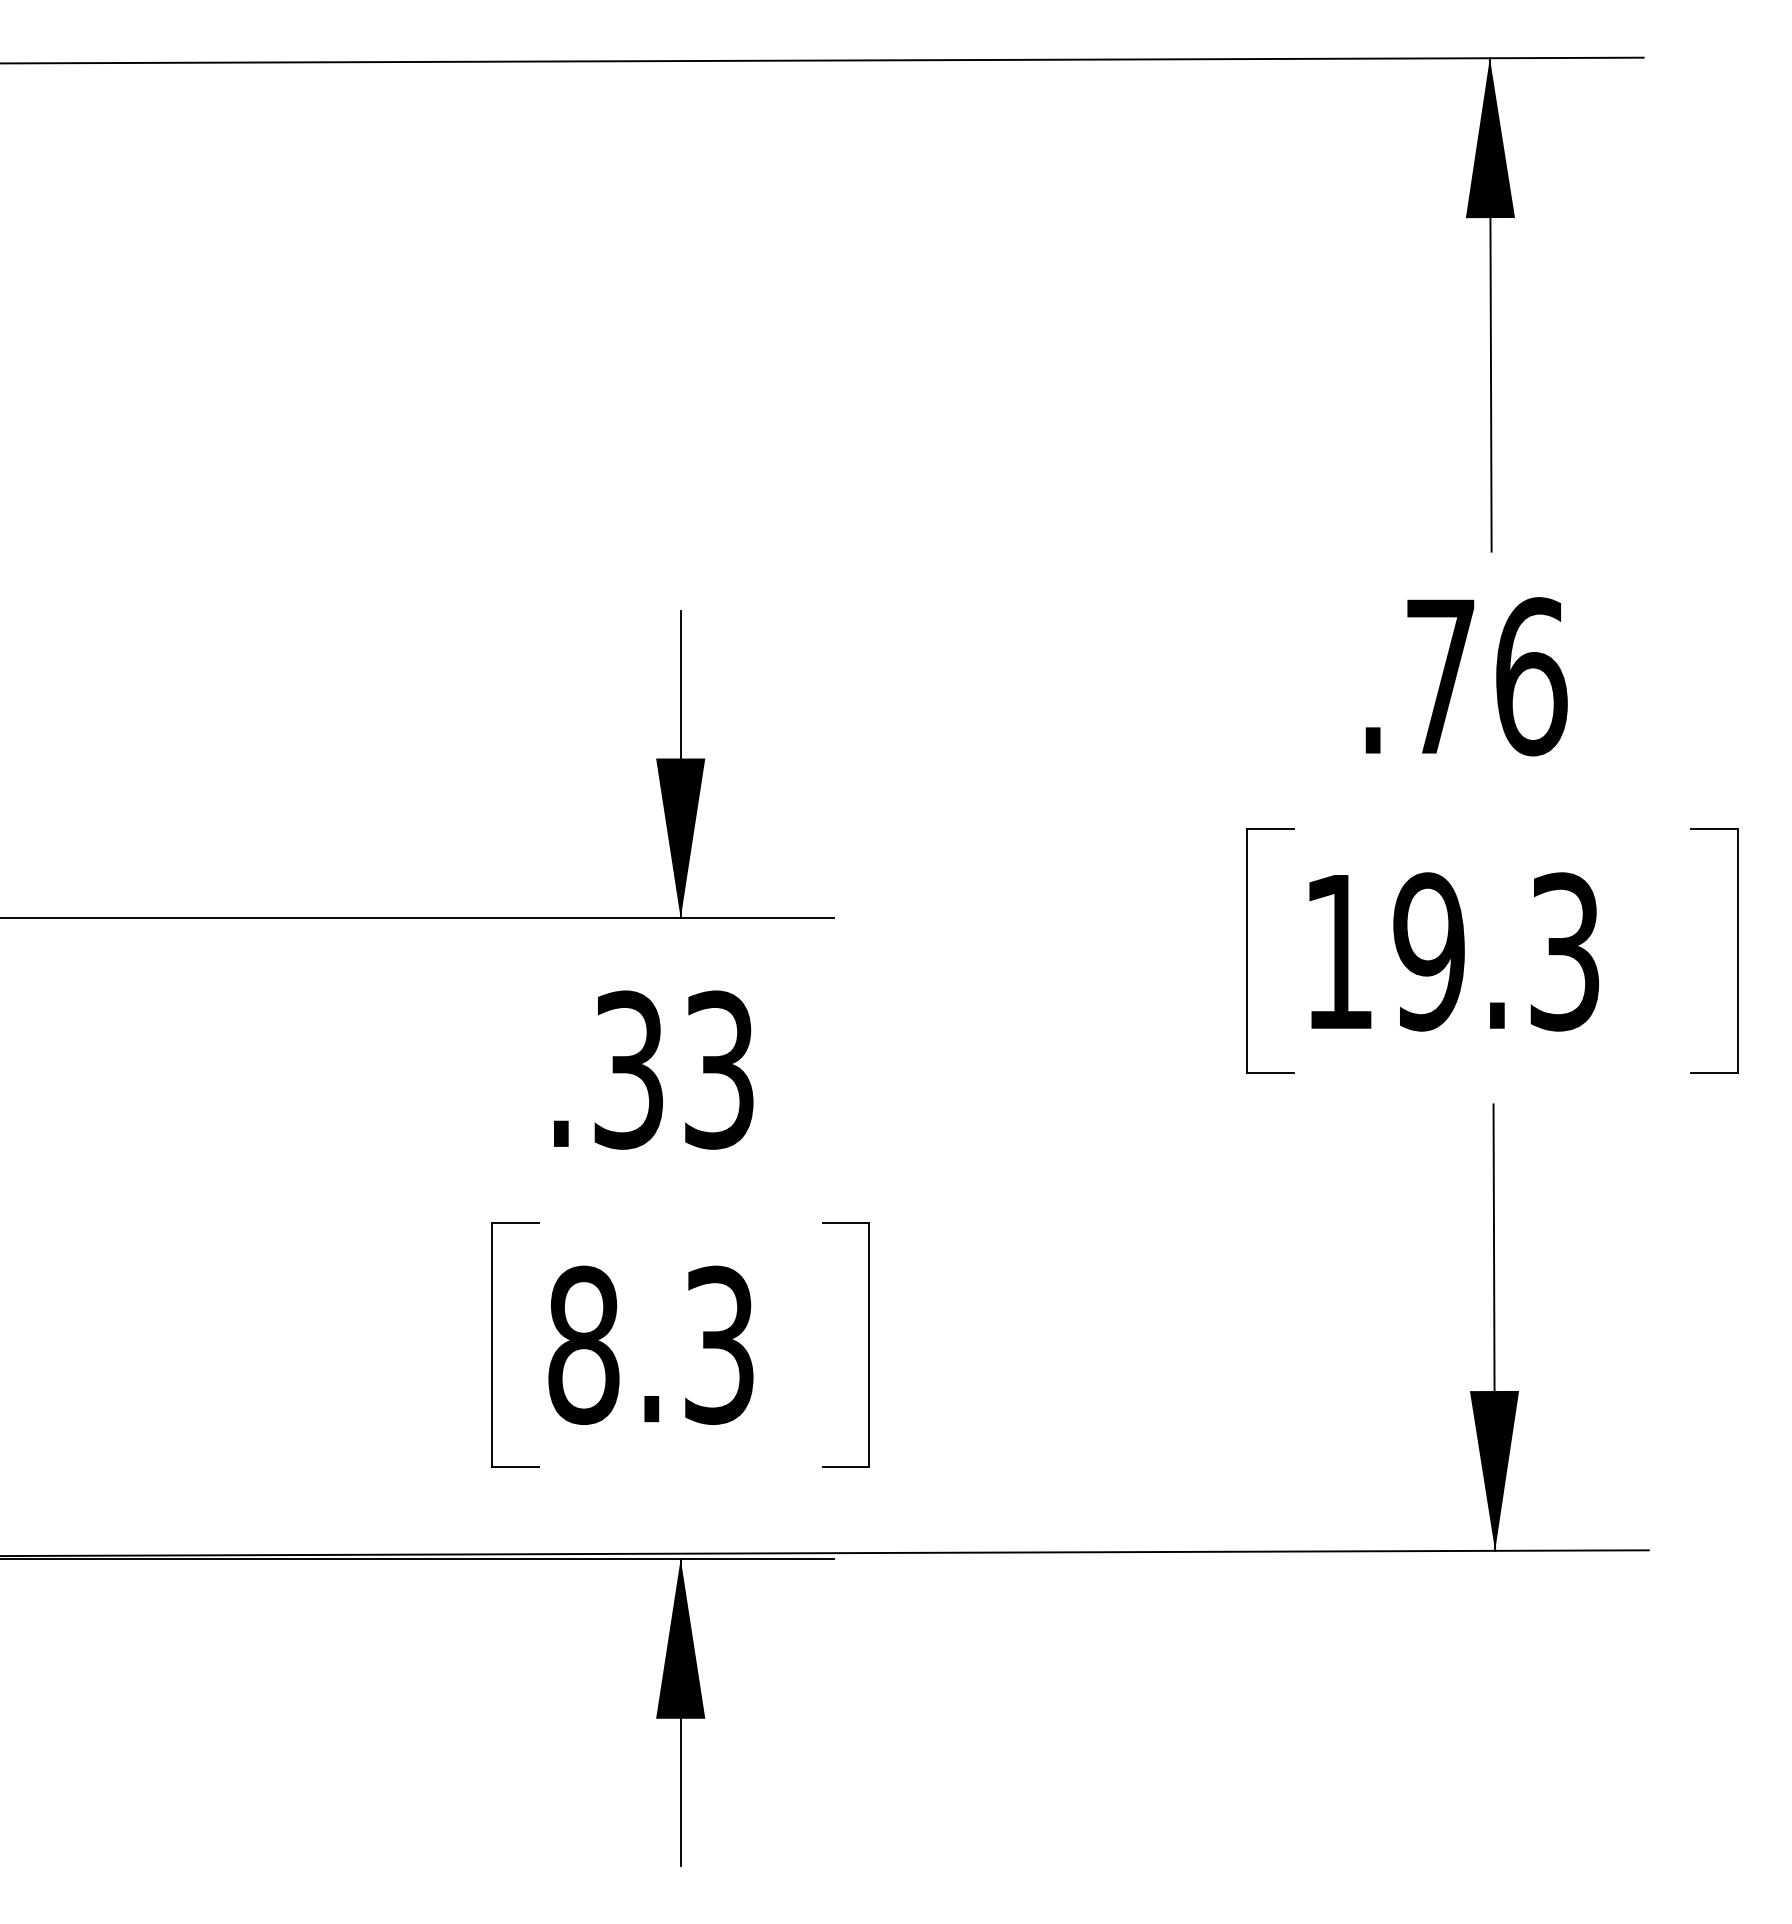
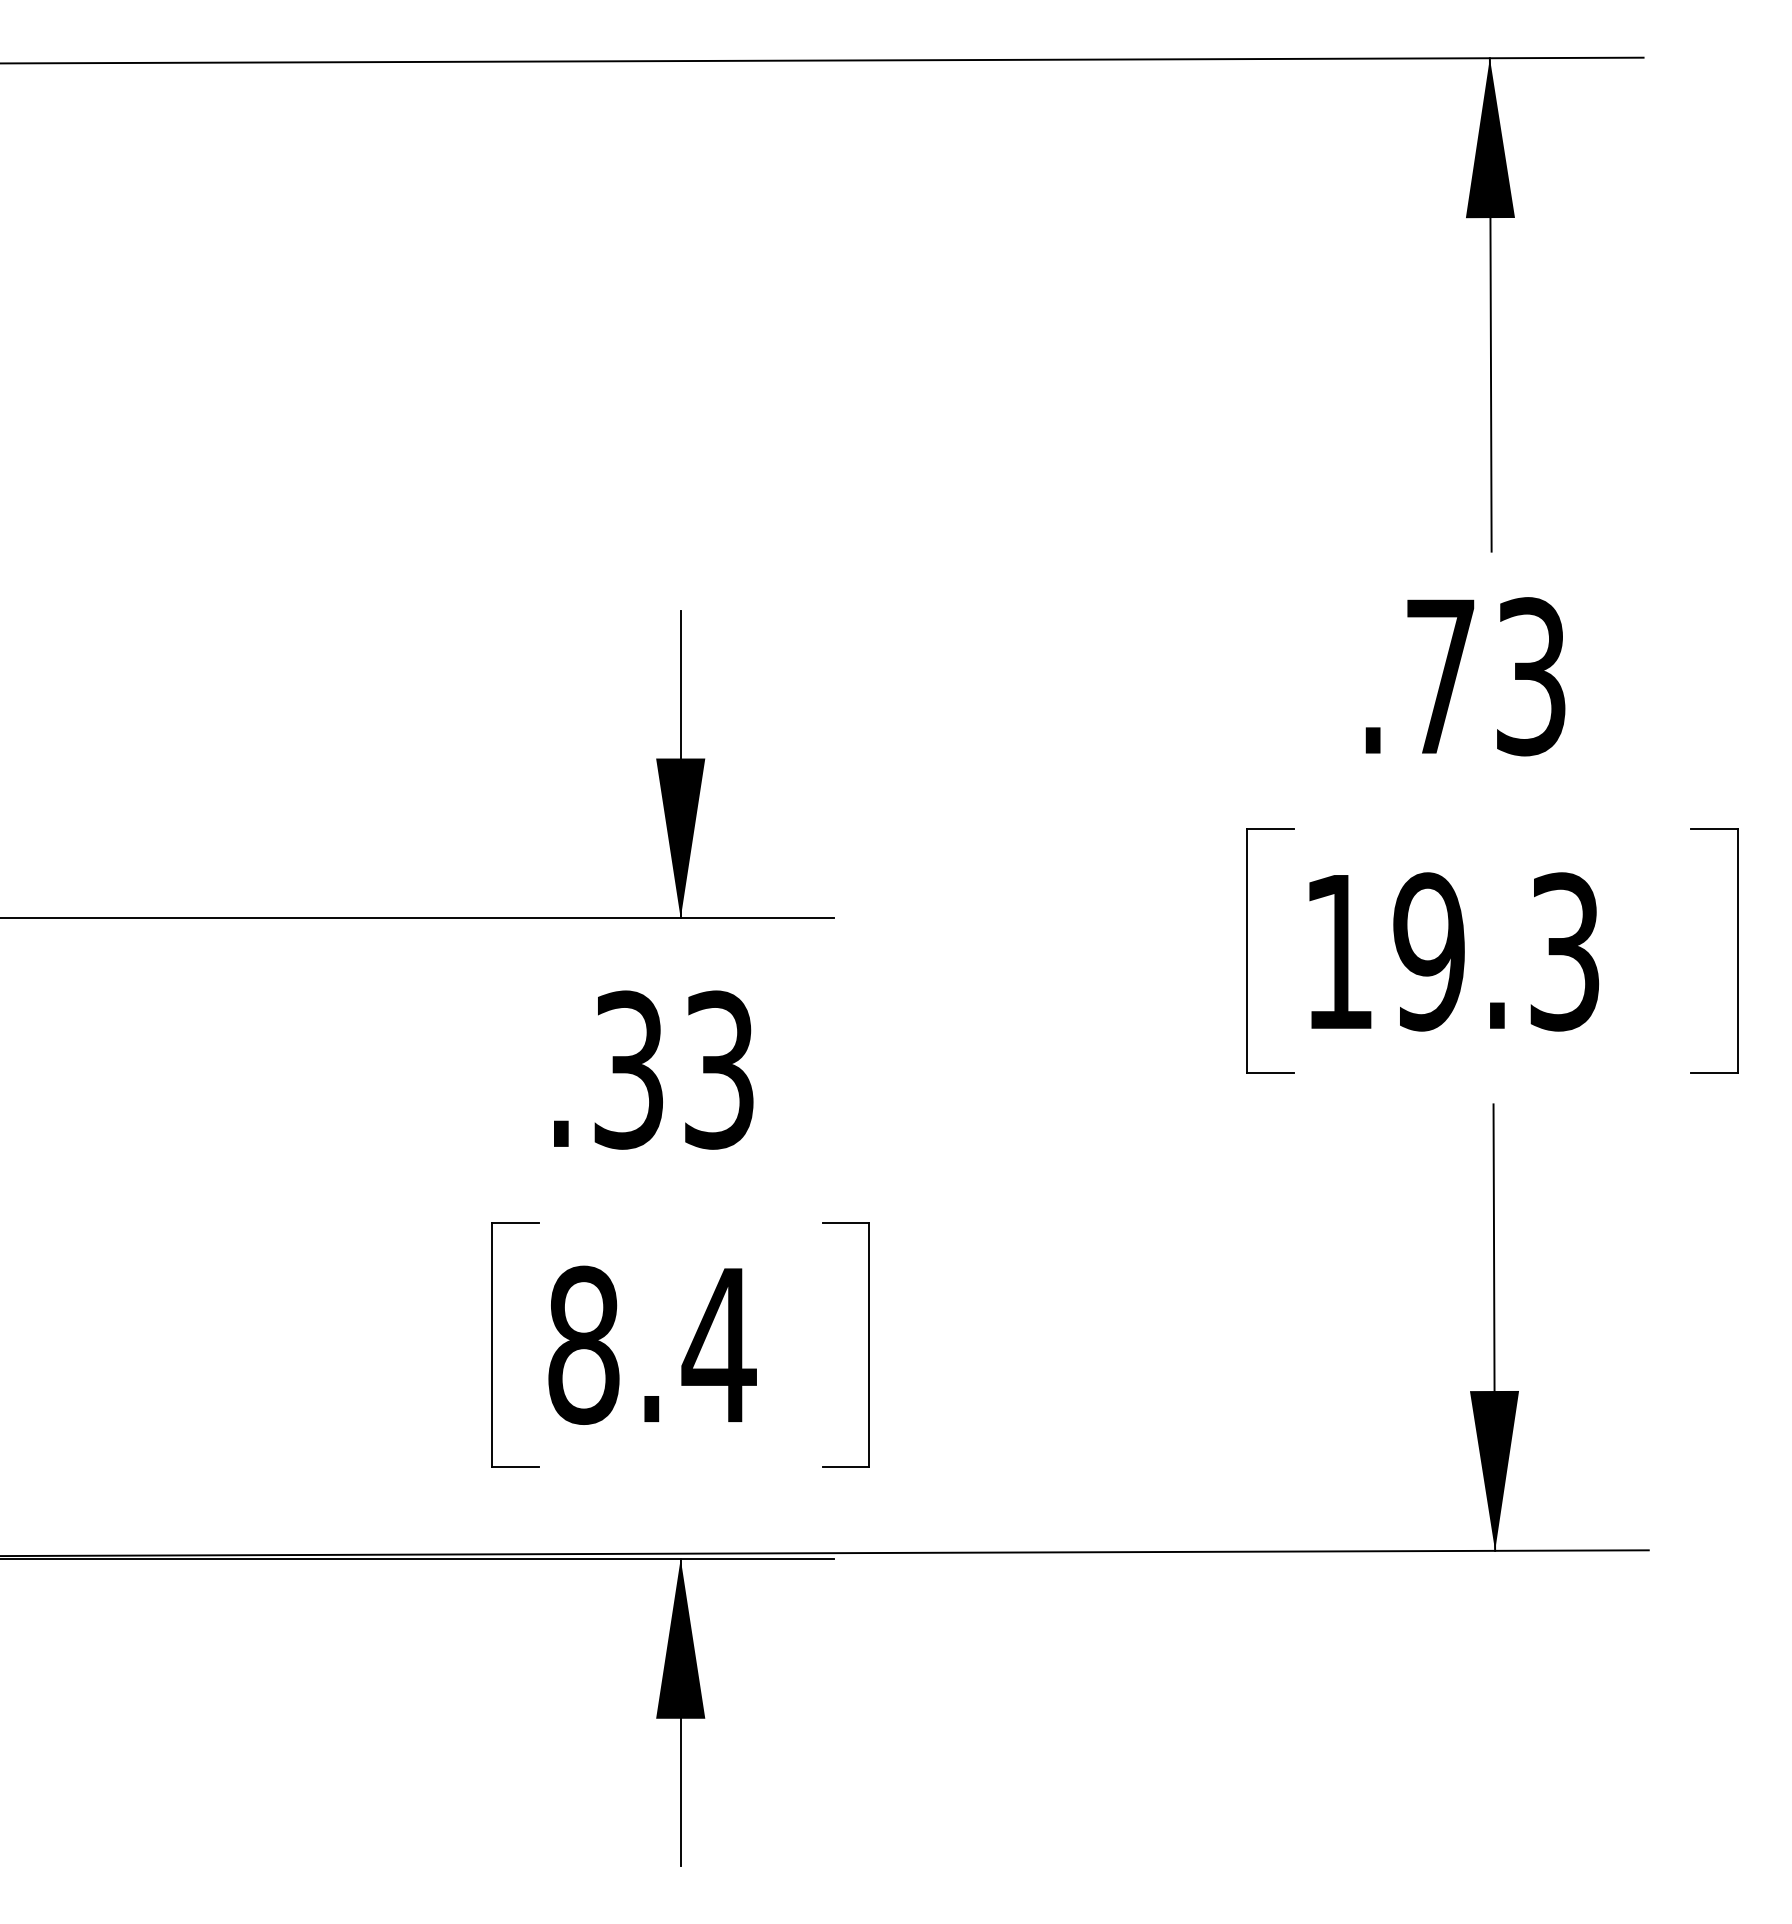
text at (1531, 676): .76 -> .73
text at (718, 1344): 8.3 -> 8.4
